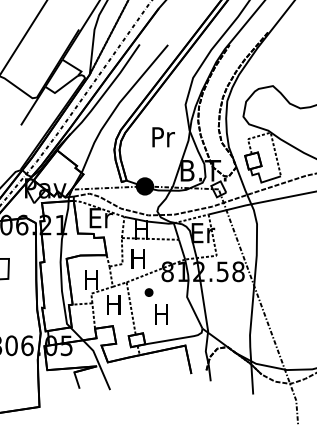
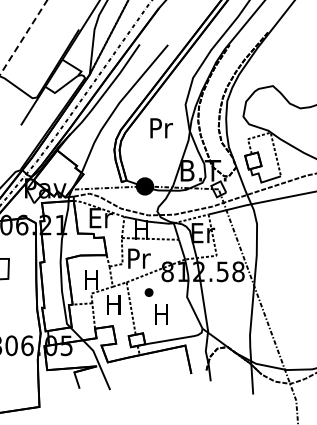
line at (23, 37): solid -> dashed
text at (163, 137) position: (163, 137) -> (161, 128)
text at (139, 258): H -> Pr
